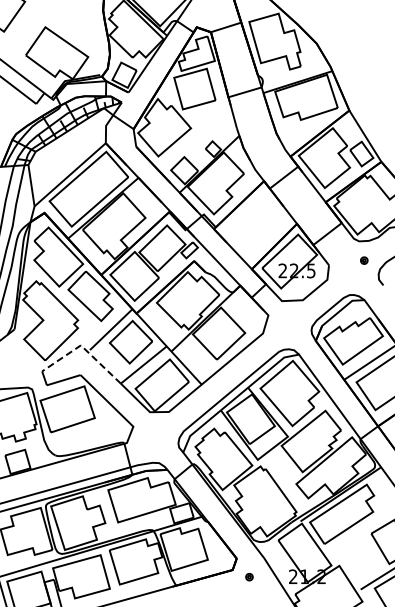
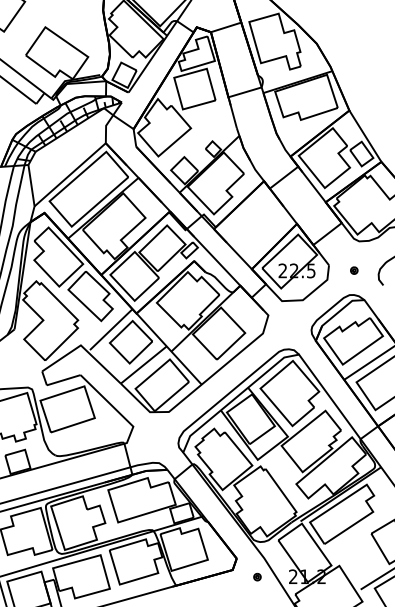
part at (364, 260) position: (364, 260) -> (354, 270)
line at (83, 348): dashed -> solid
part at (249, 576) position: (249, 576) -> (257, 576)
